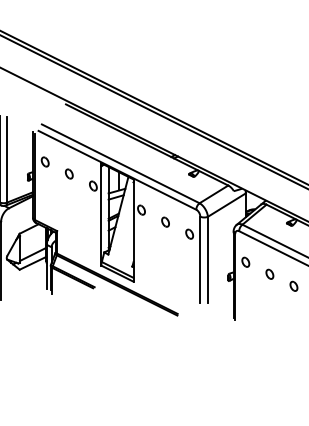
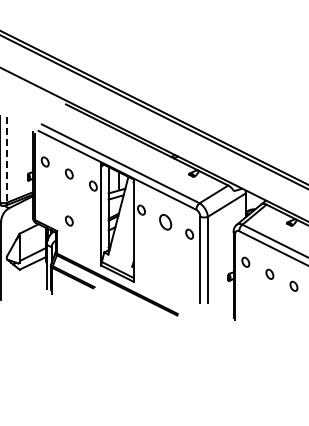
line at (7, 160): solid -> dashed
part at (68, 220): none -> present
part at (165, 221) size: 9x12 px -> 14x17 px
